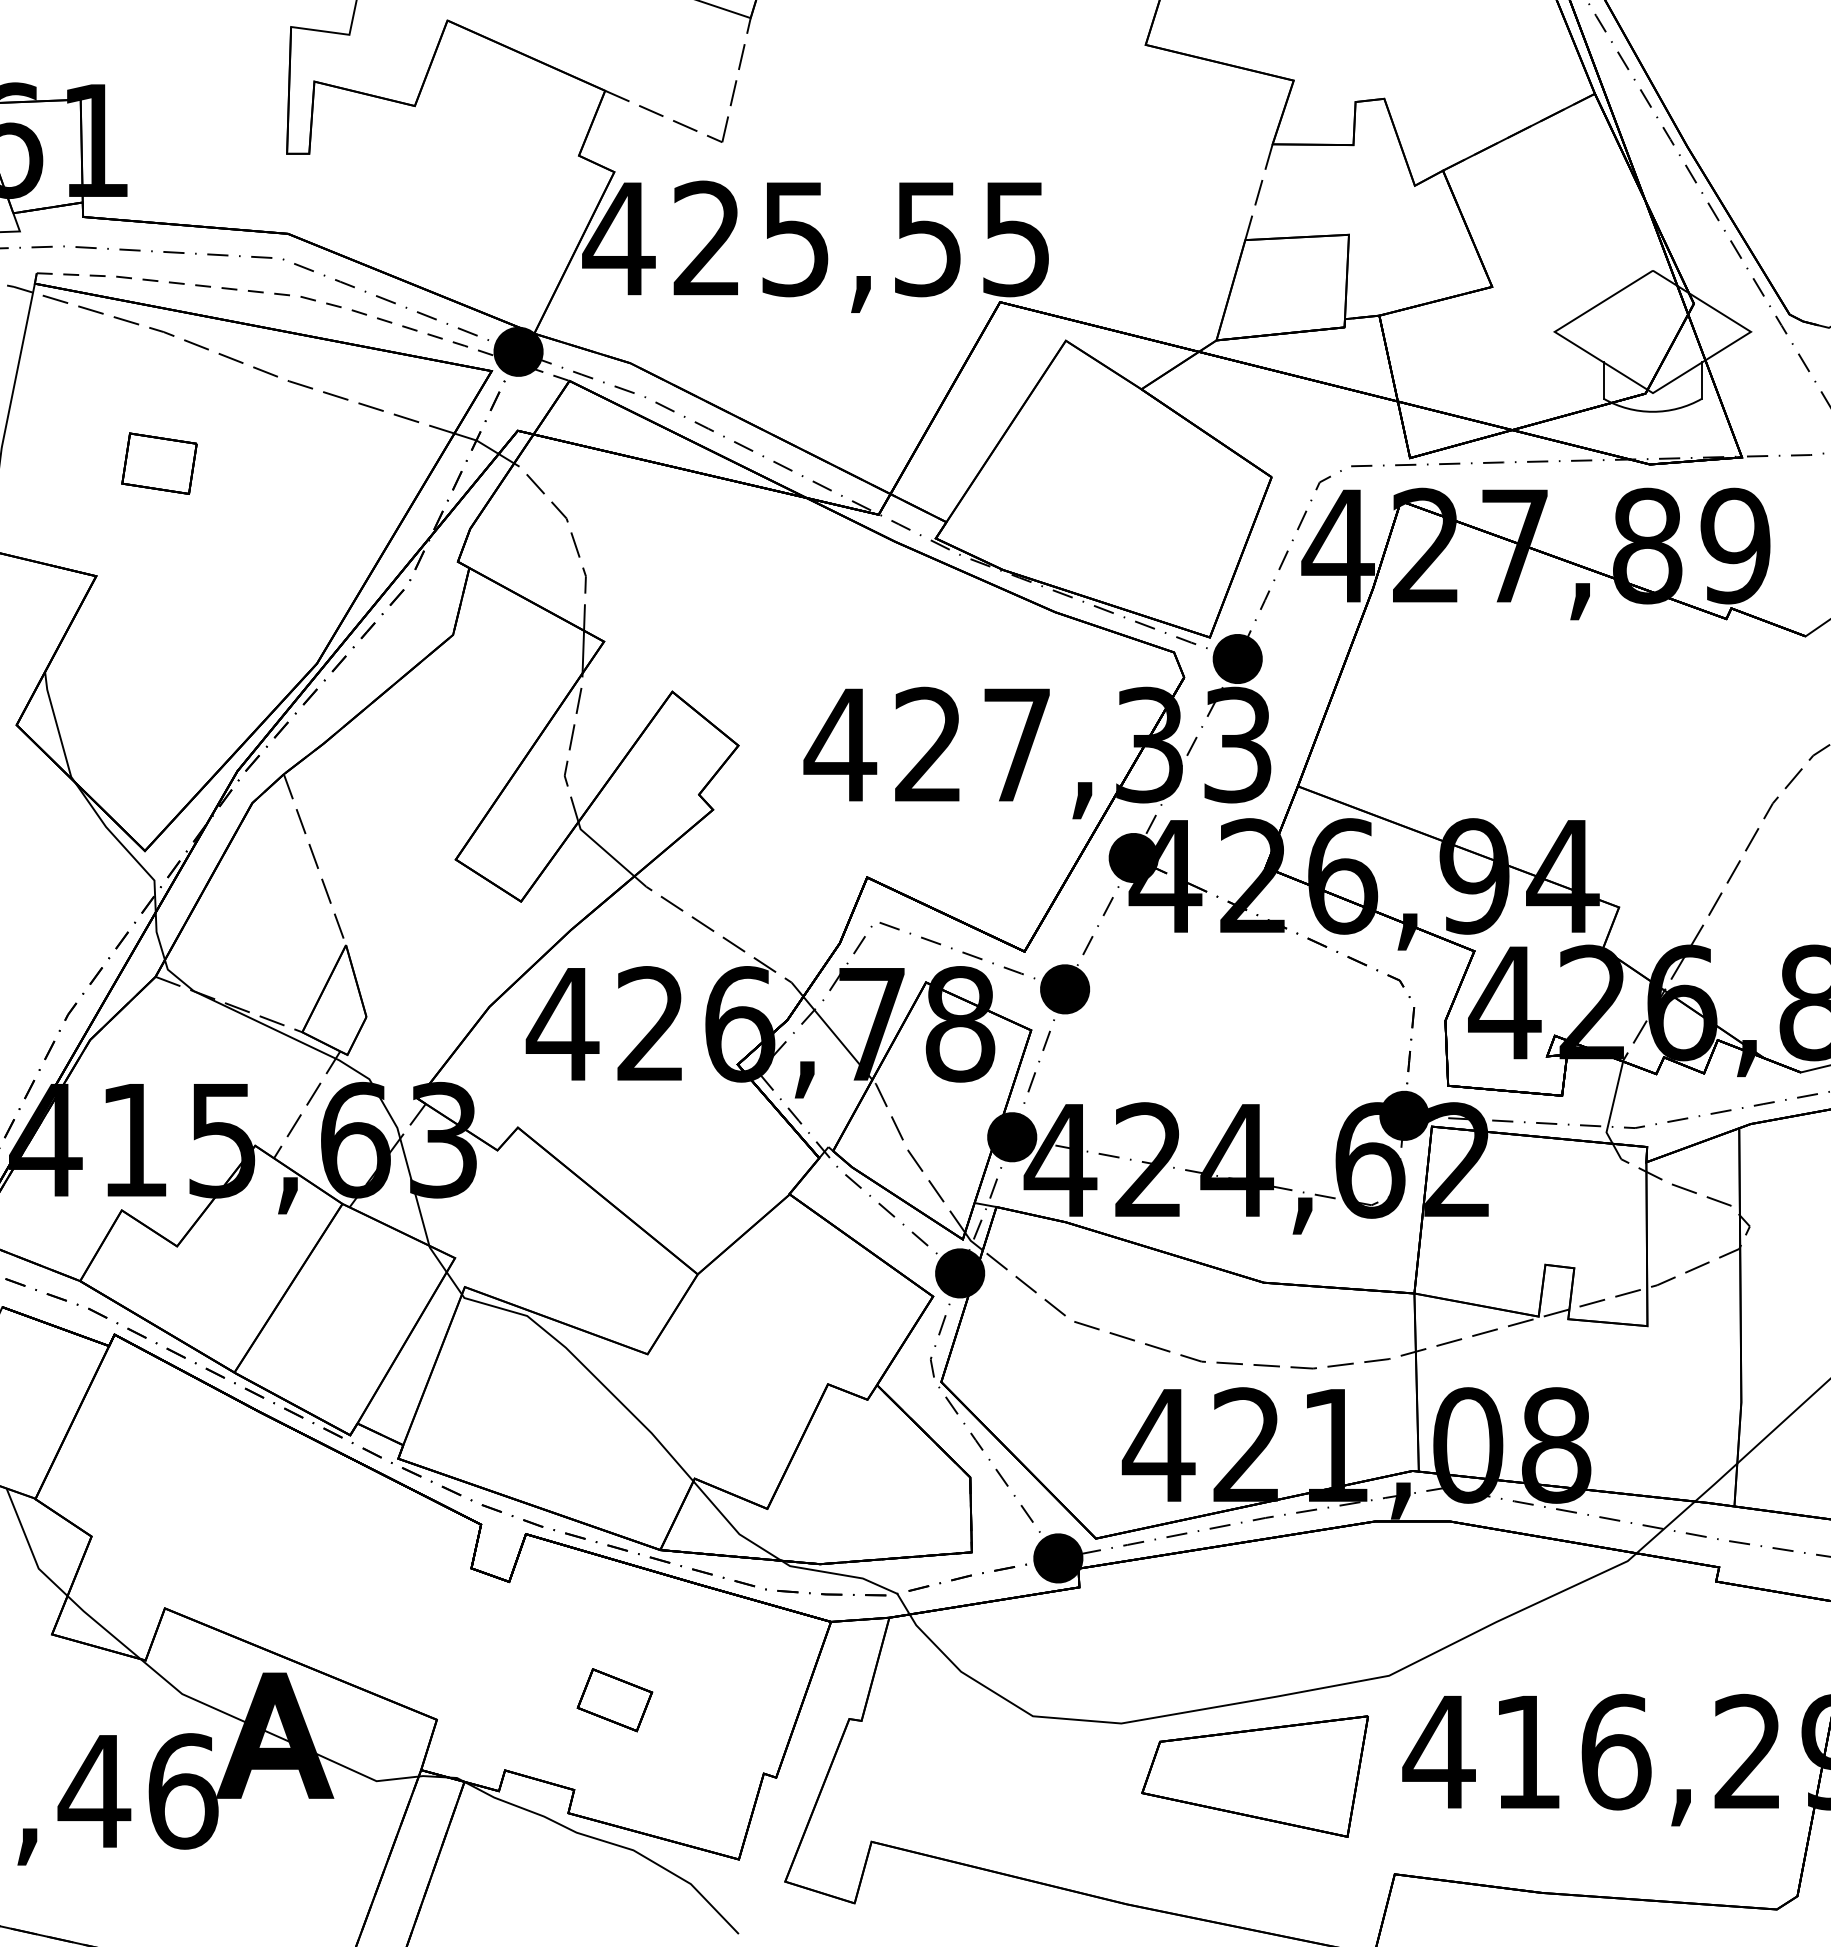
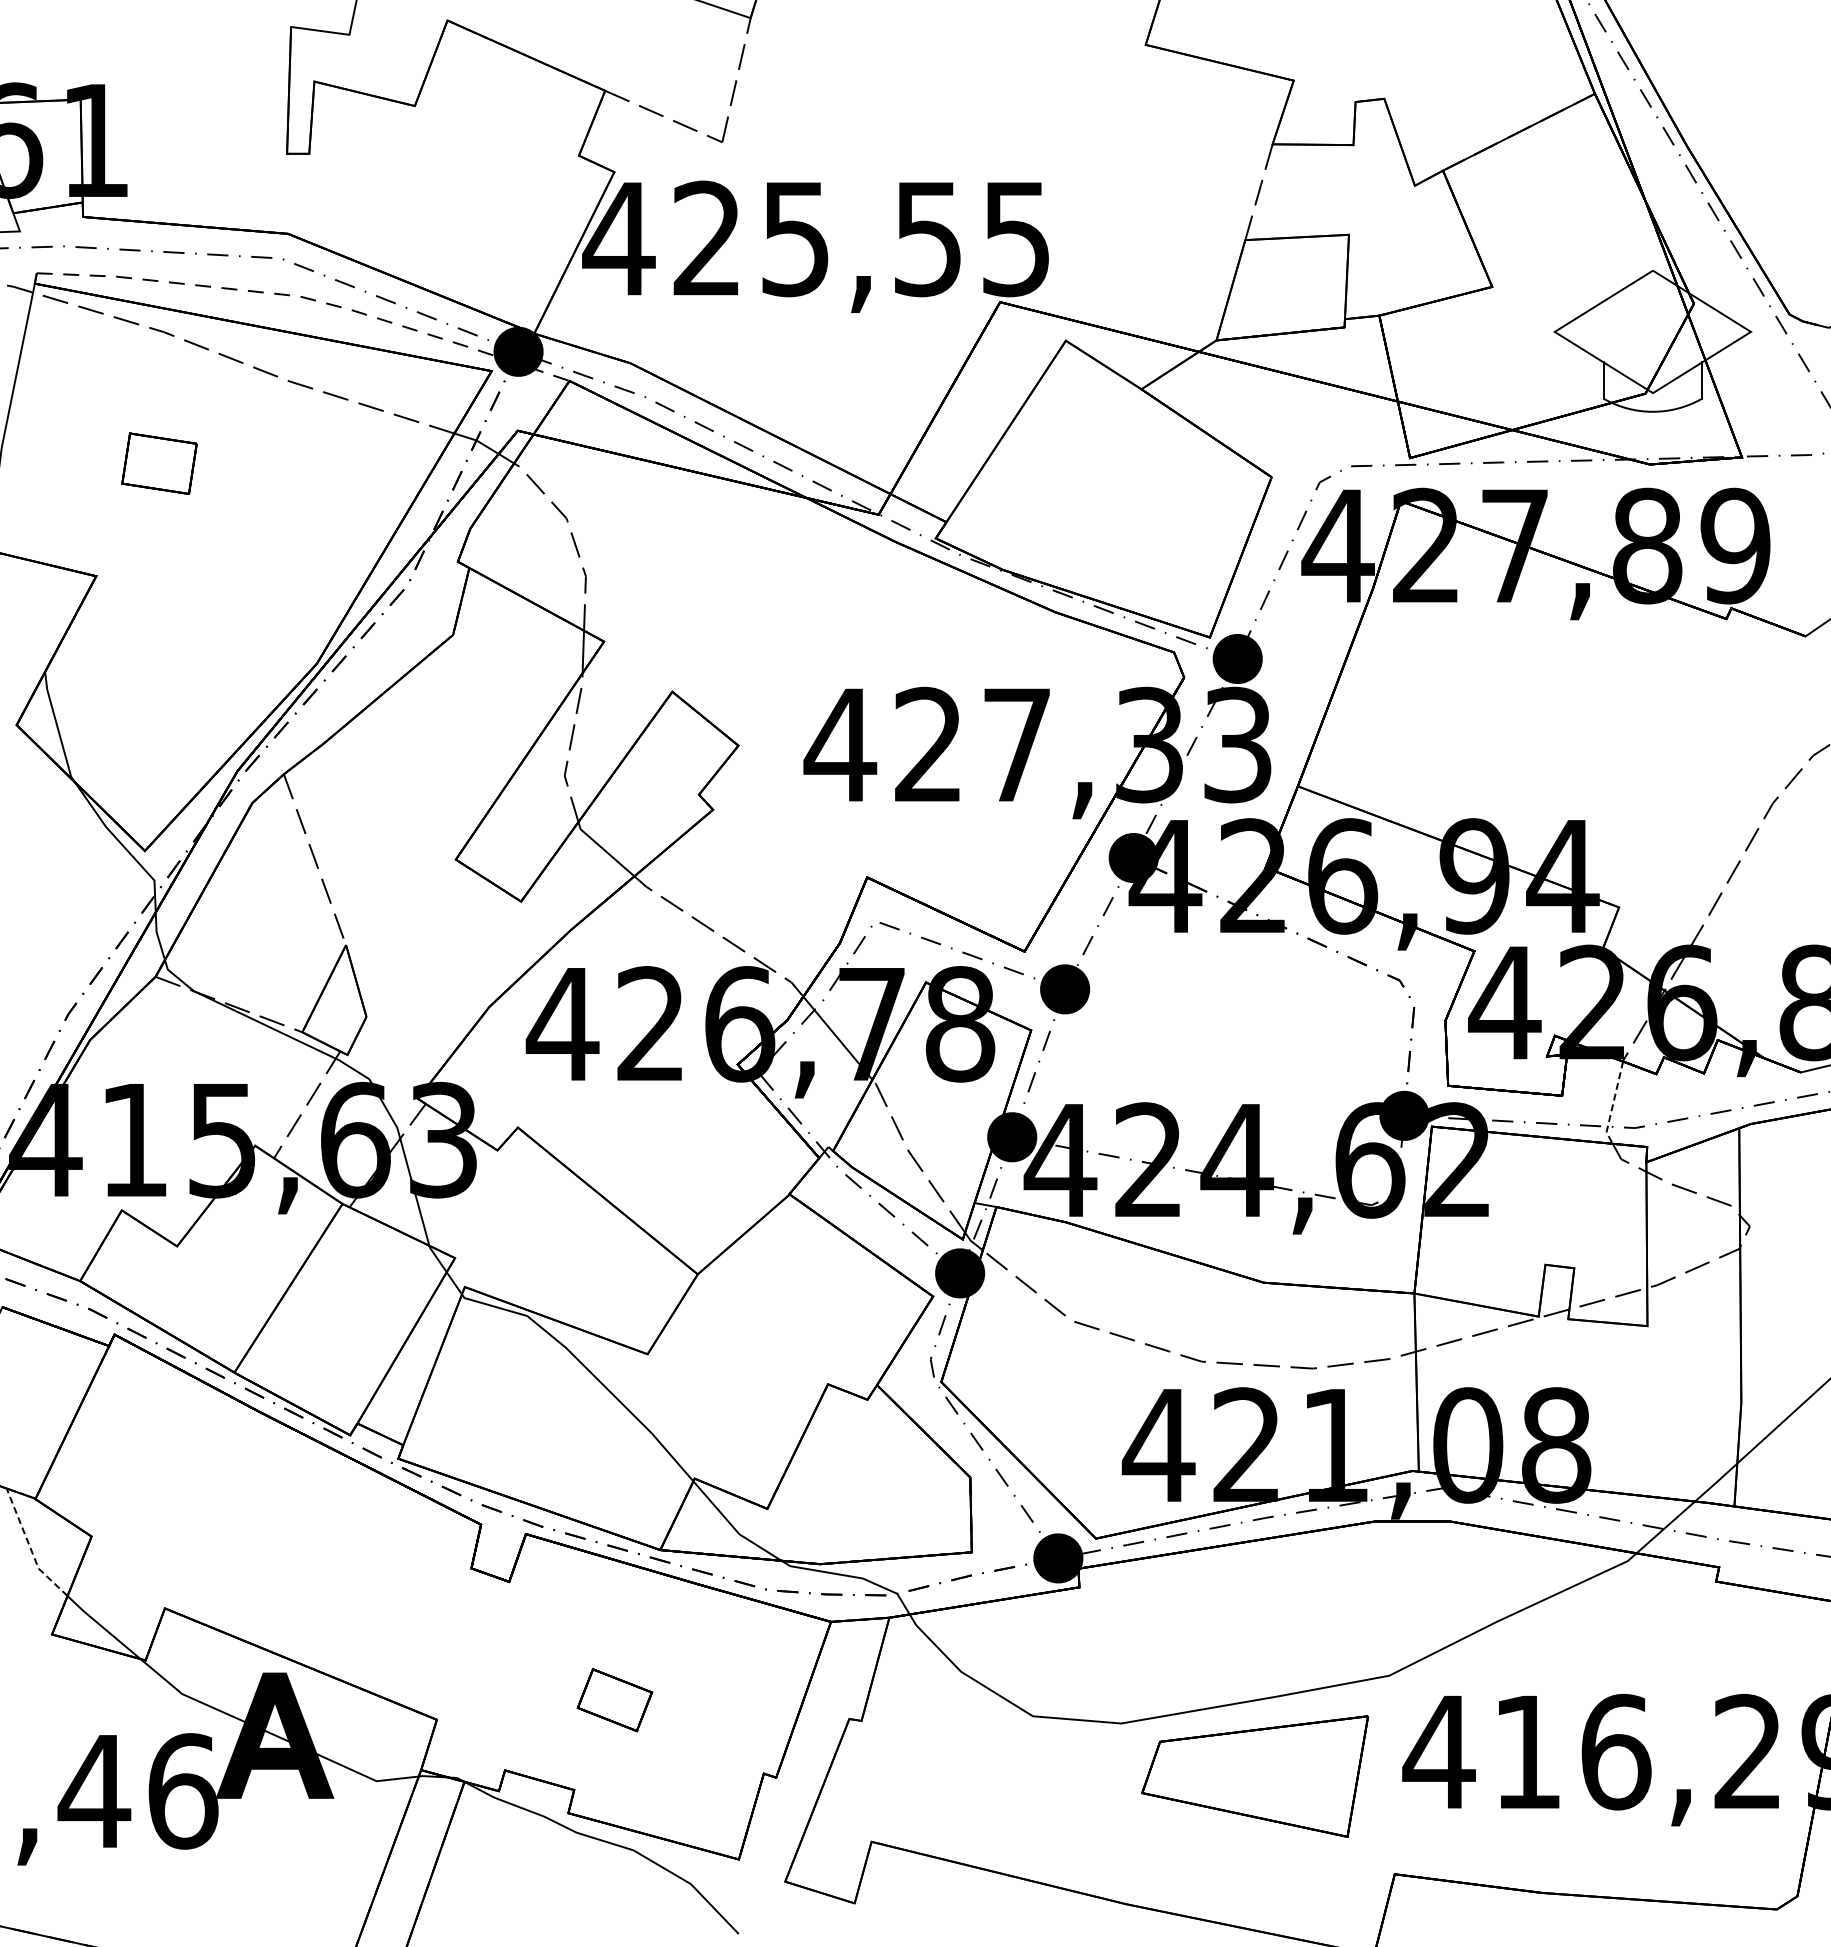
line at (1613, 1104): solid -> dashed
line at (30, 1547): solid -> dashed
